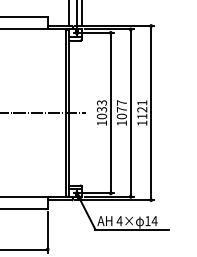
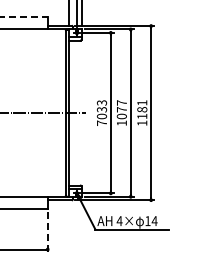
line at (23, 17): solid -> dashed
text at (142, 109): 1121 -> 1181
text at (101, 122): 1033 -> 7033
line at (47, 232): solid -> dashed
